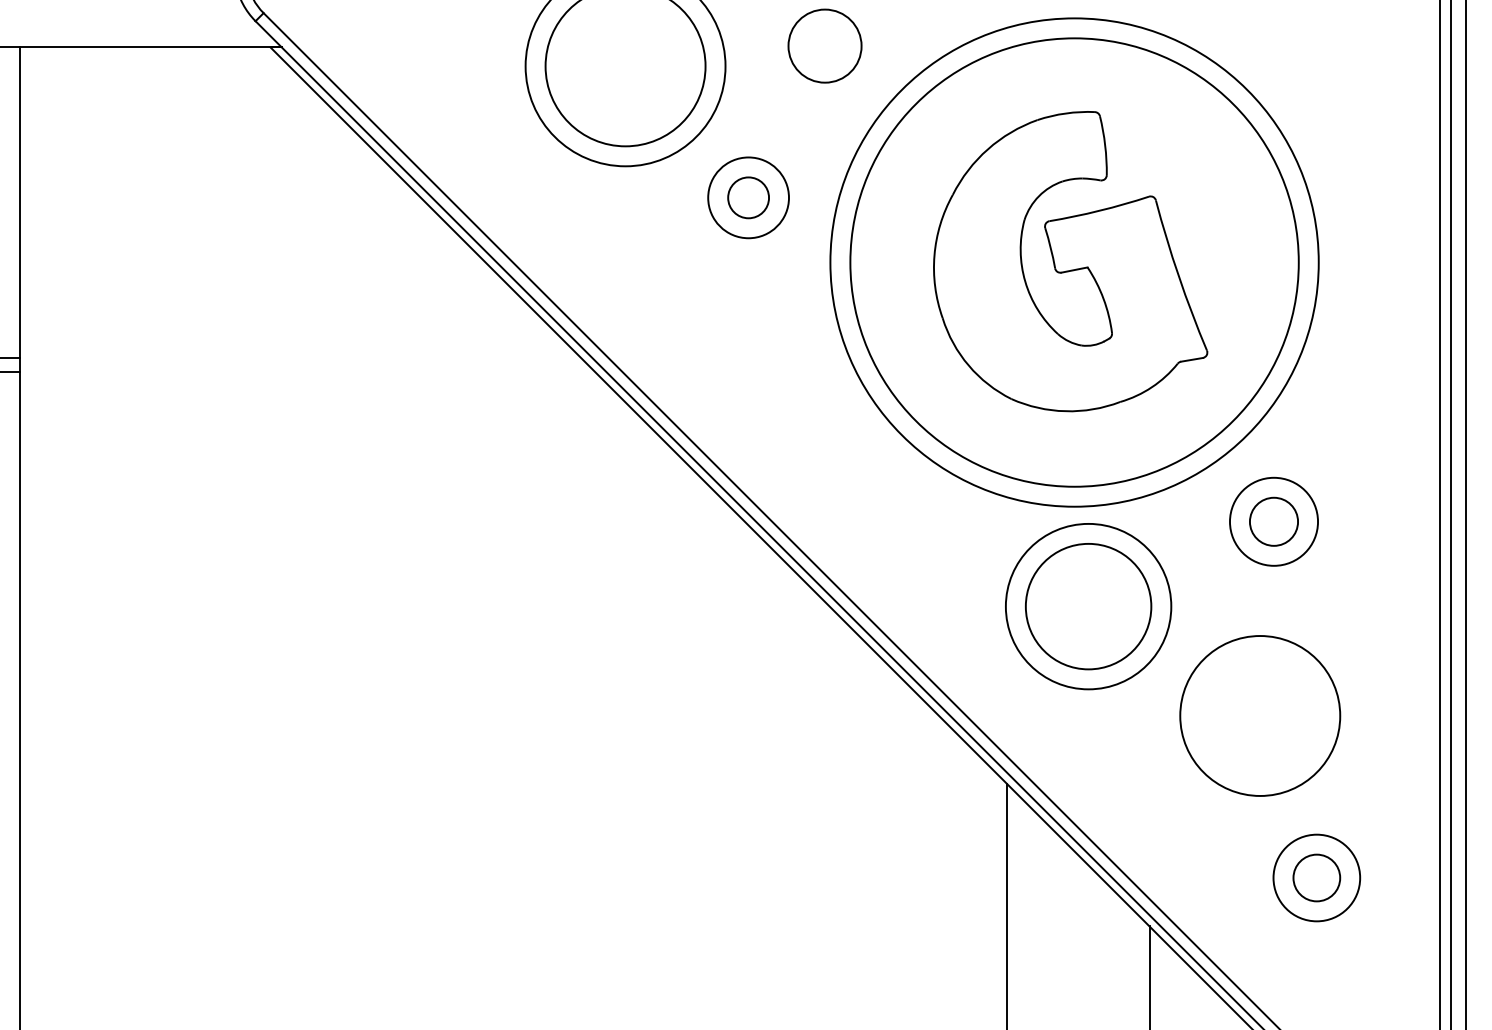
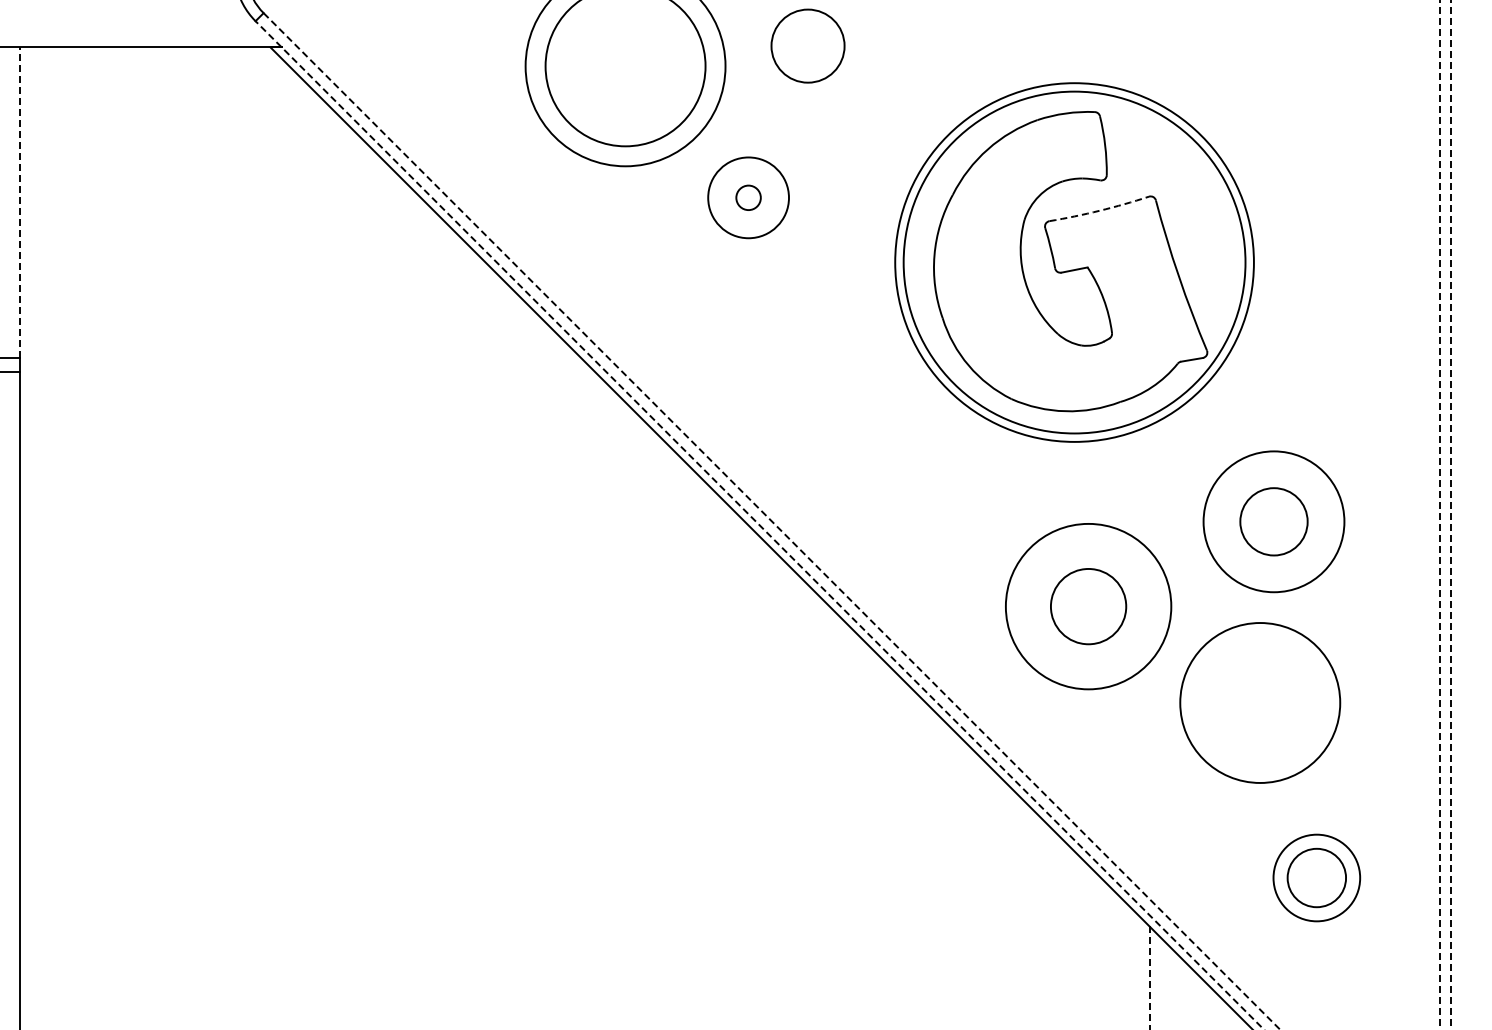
circle at (824, 45) position: (824, 45) -> (807, 45)
circle at (748, 197) diameter: 41 px -> 25 px
line at (20, 202): solid -> dashed
arc at (1099, 210): solid -> dashed
circle at (1074, 262) diameter: 448 px -> 359 px
circle at (1074, 262) diameter: 488 px -> 342 px
line at (1439, 514): solid -> dashed
line at (1451, 514): solid -> dashed
line at (1465, 514): present -> none
line at (771, 521): solid -> dashed
circle at (1273, 521) diameter: 48 px -> 67 px
circle at (1273, 521) diameter: 88 px -> 141 px
line at (759, 525): solid -> dashed
circle at (1088, 606) diameter: 126 px -> 75 px
circle at (1260, 715) position: (1260, 715) -> (1260, 702)
circle at (1316, 877) diameter: 47 px -> 58 px
line at (1006, 904): present -> none
line at (1149, 977): solid -> dashed
